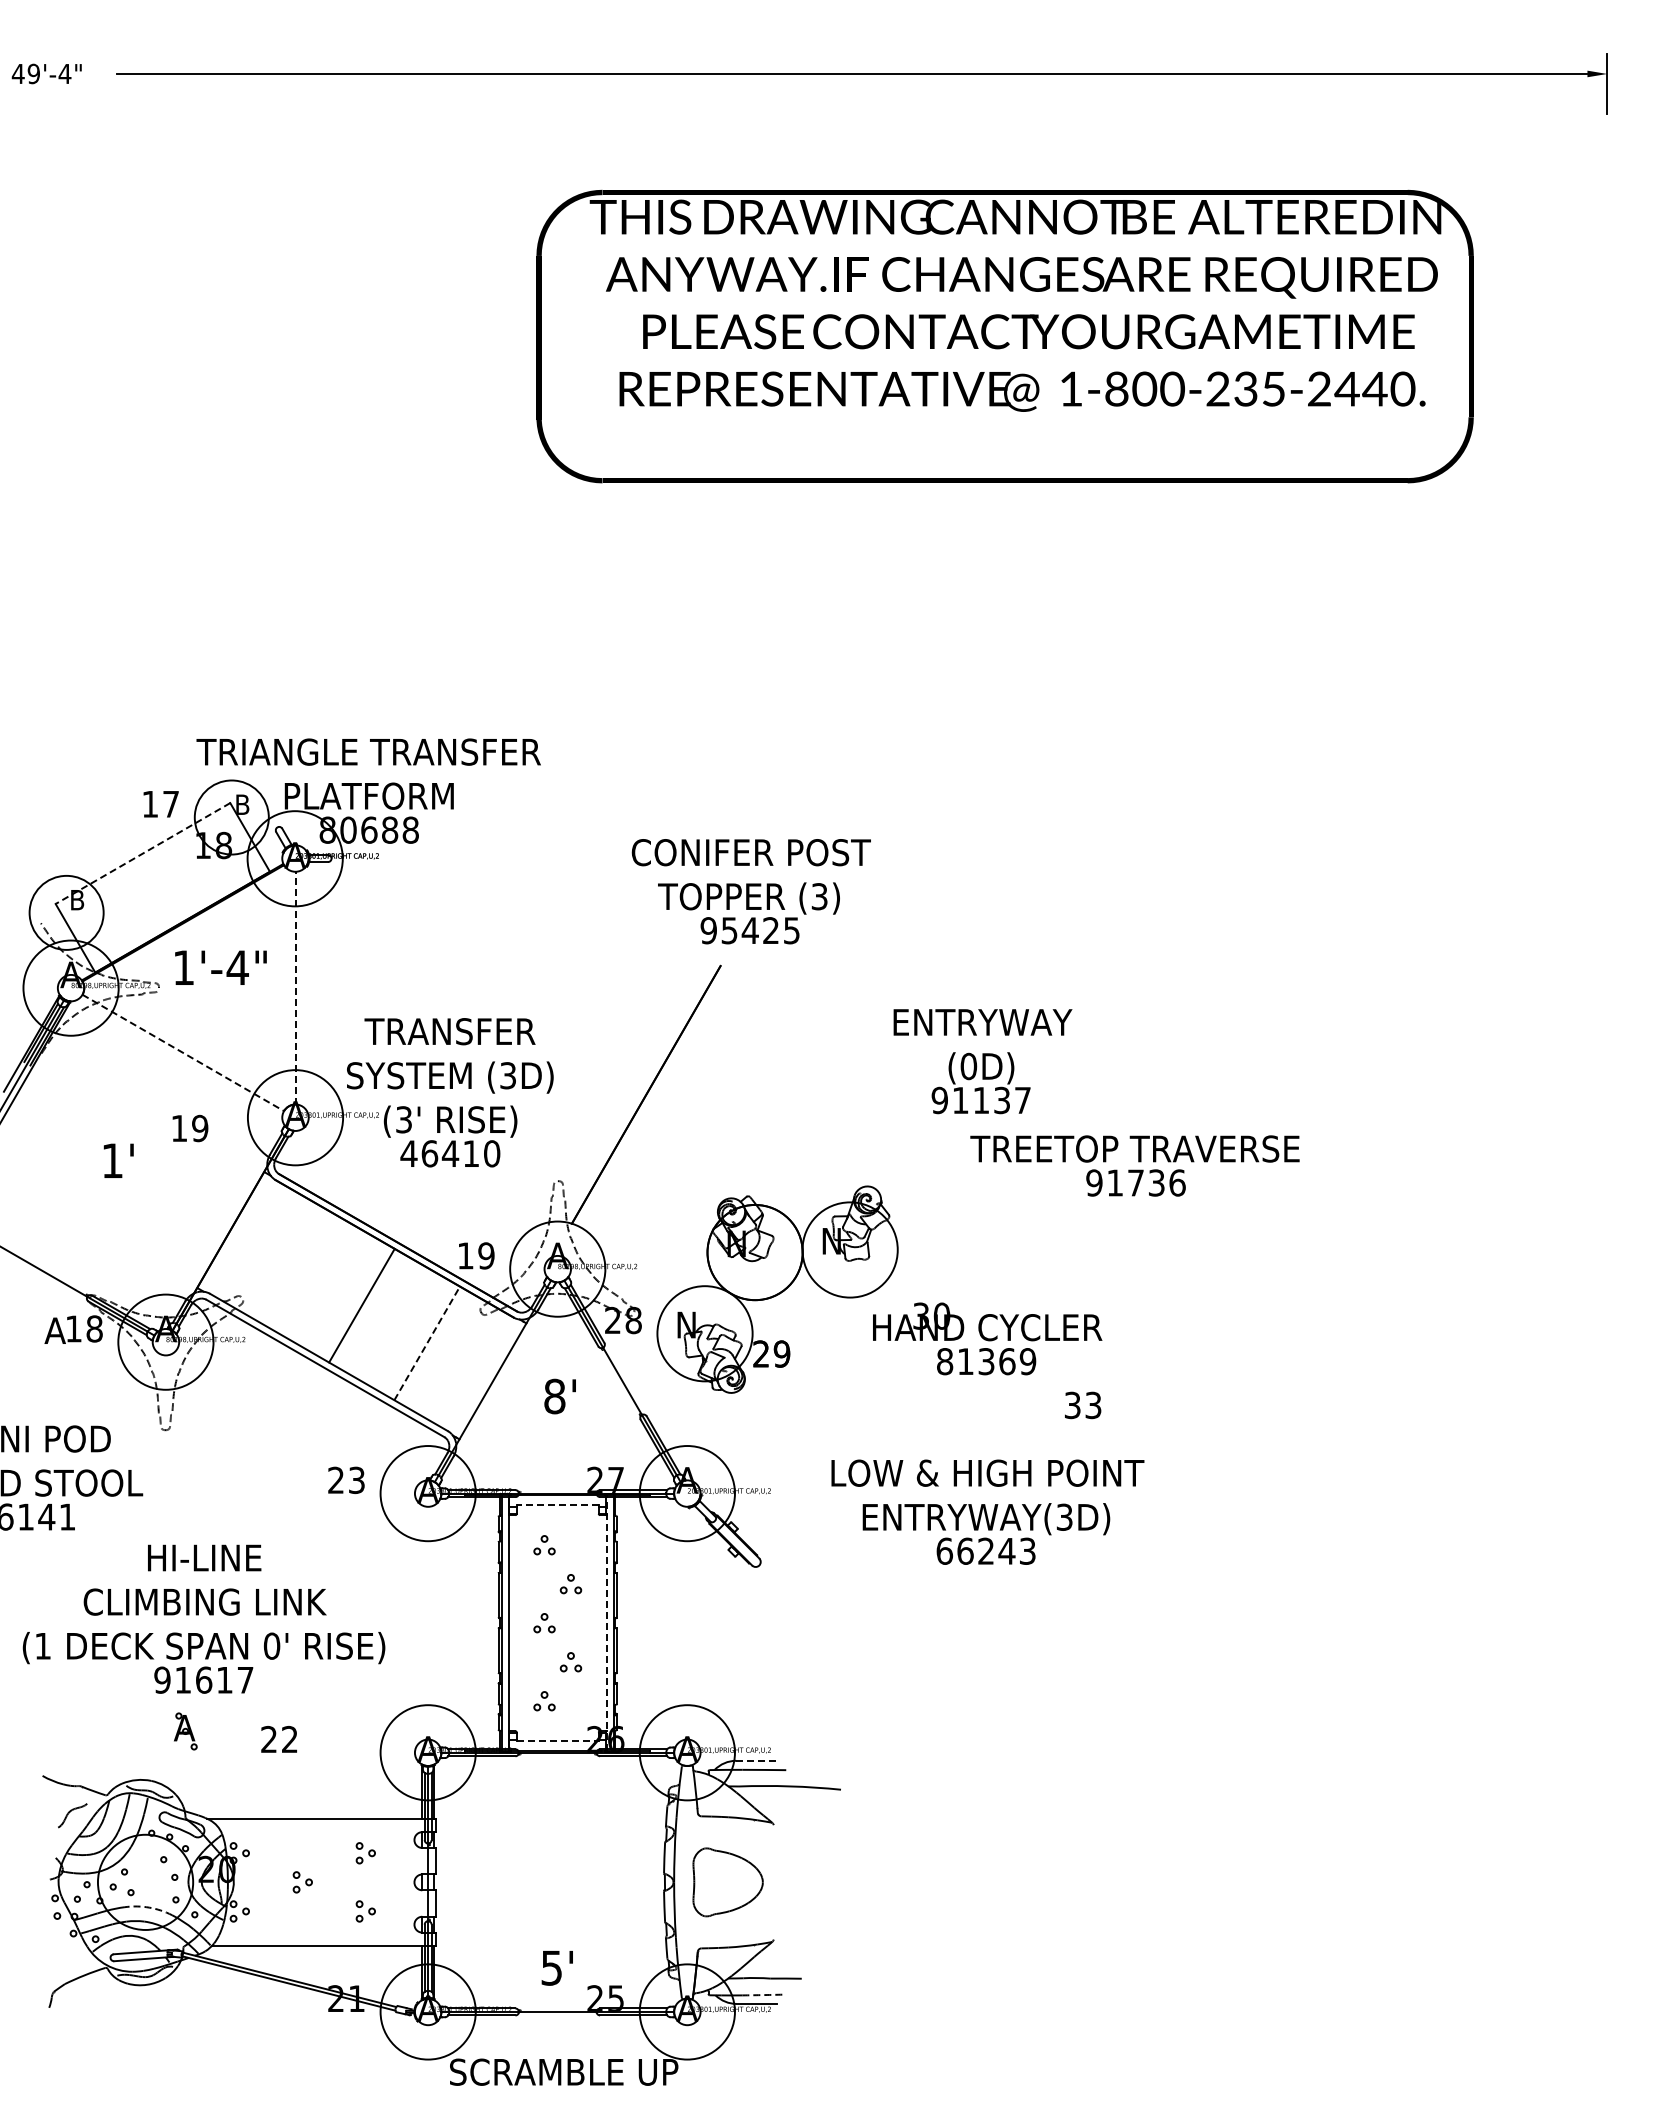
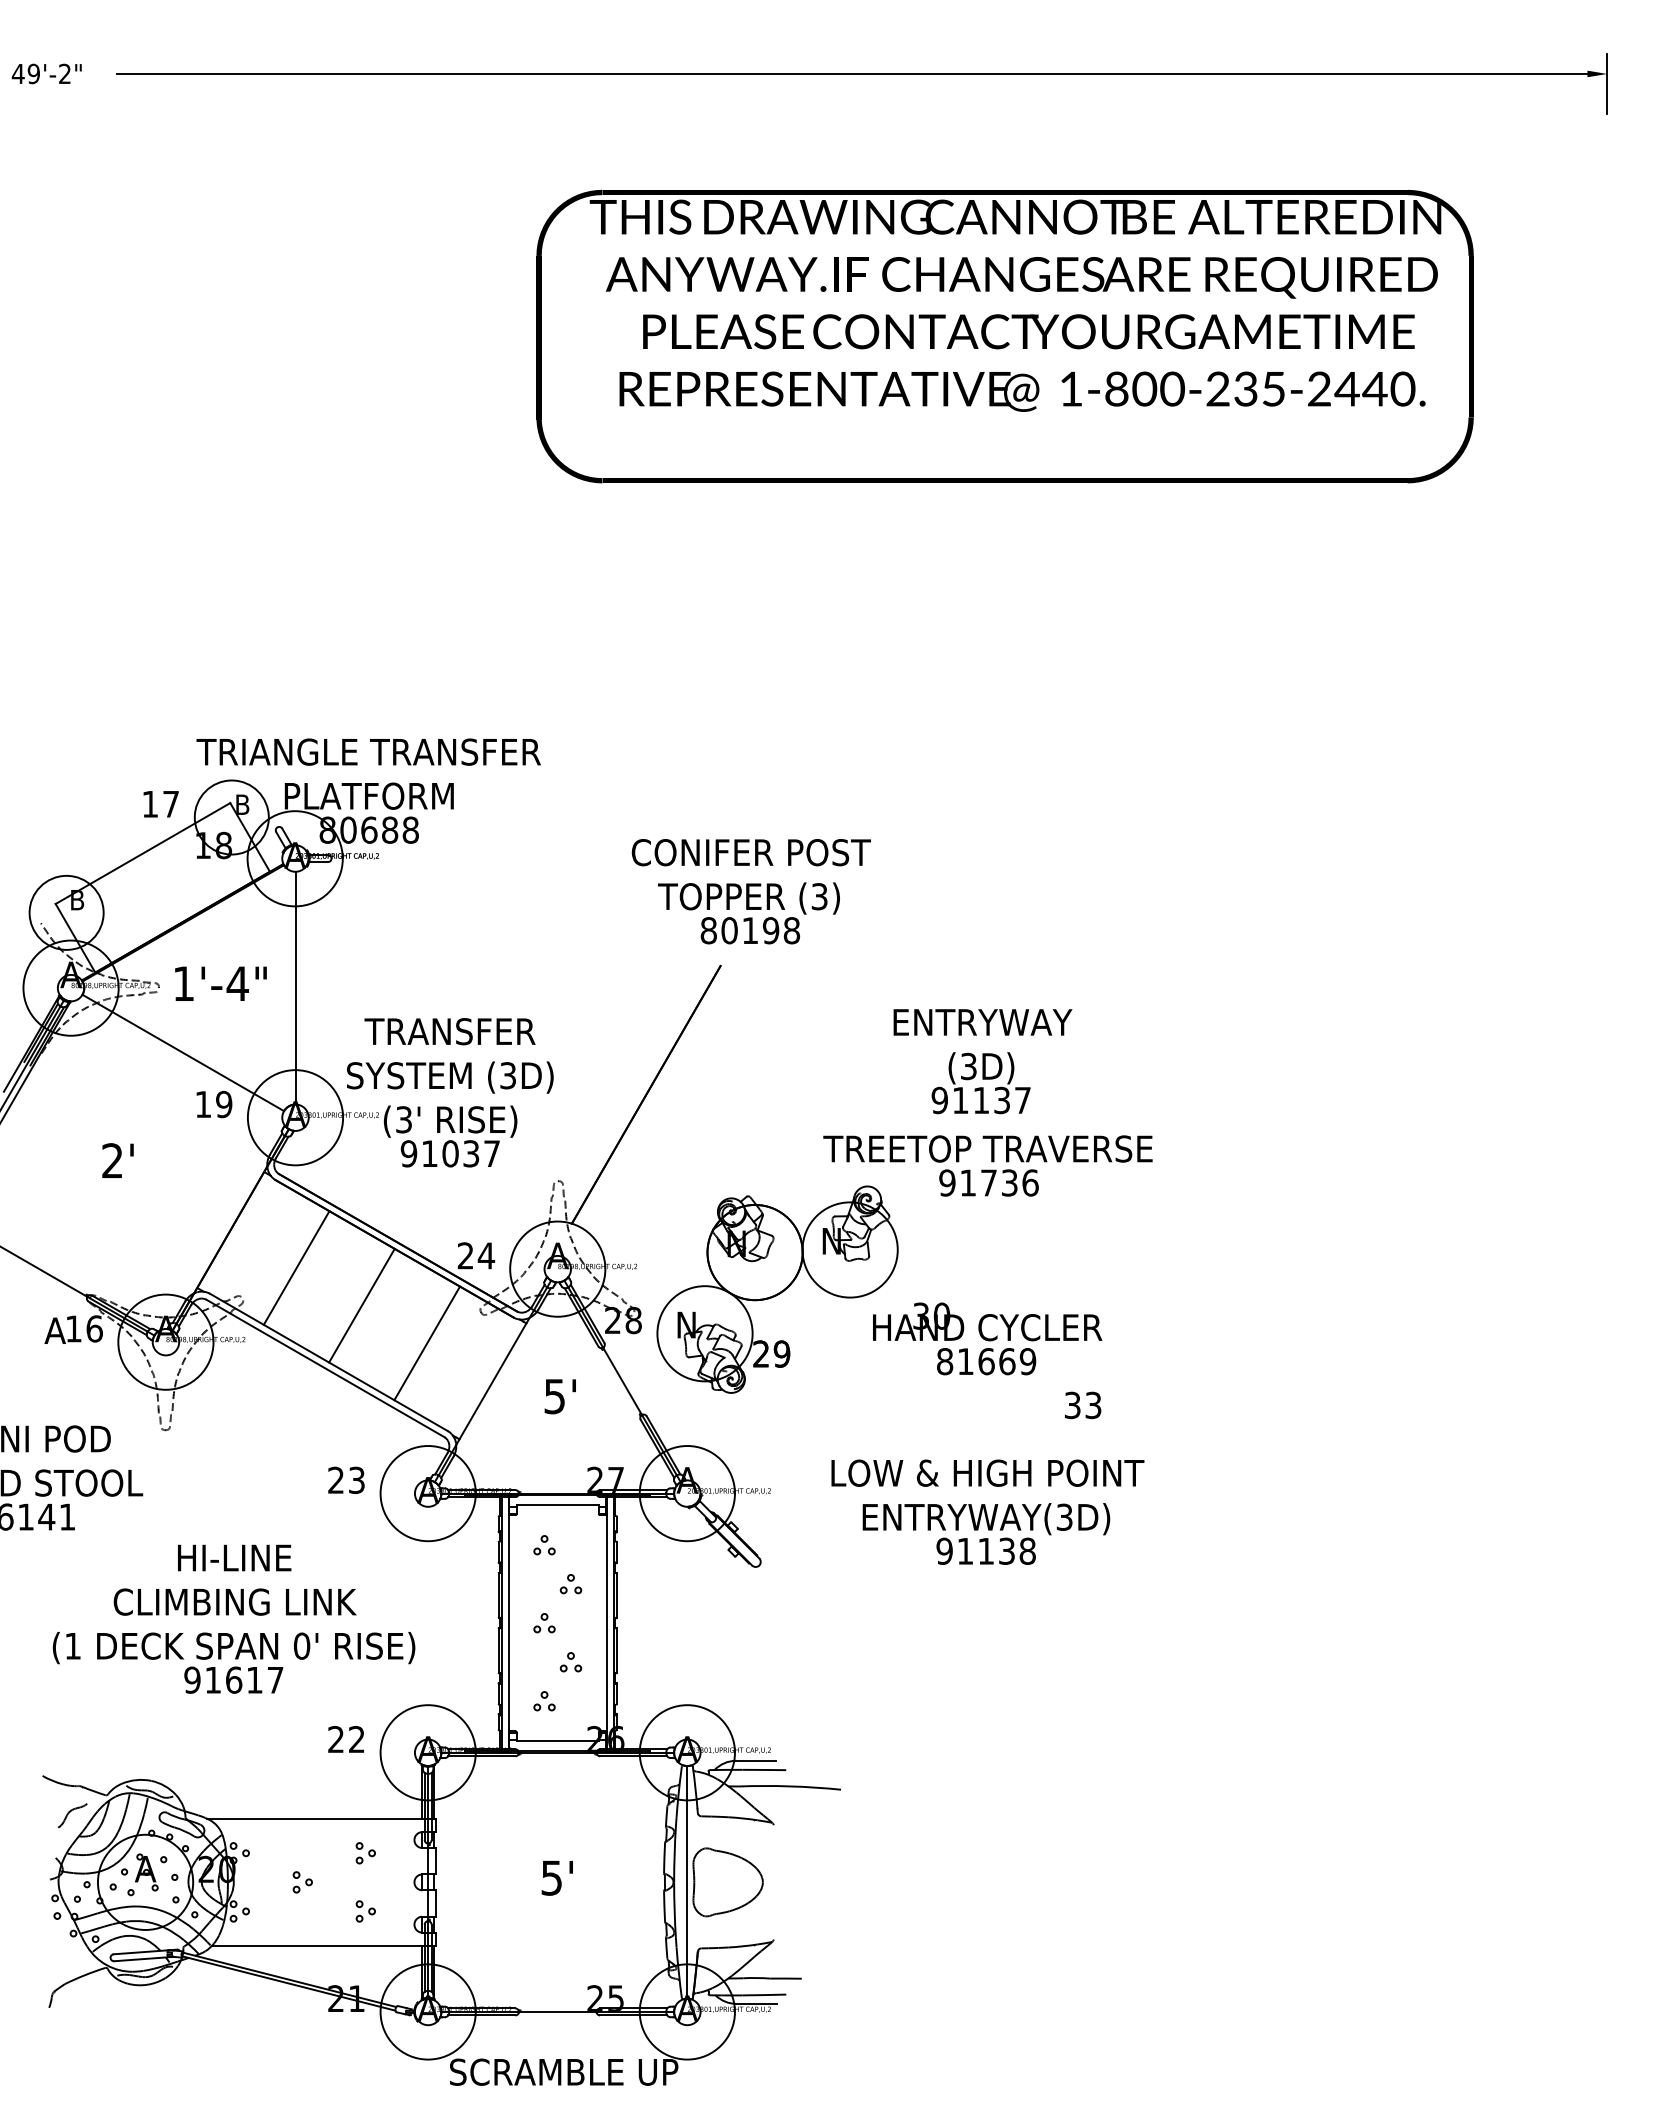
text at (64, 73): 49'-4" -> 49'-2"
line at (142, 853): dashed -> solid
text at (750, 930): 95425 -> 80198
text at (220, 967) position: (220, 967) -> (220, 983)
line at (295, 987): dashed -> solid
line at (183, 1053): dashed -> solid
text at (968, 1066): (0D) -> (3D)
text at (190, 1128) position: (190, 1128) -> (214, 1104)
text at (450, 1153): 46410 -> 91037
text at (112, 1160): 1' -> 2'
text at (1134, 1165) position: (1134, 1165) -> (987, 1165)
text at (476, 1255): 19 -> 24
line at (296, 1267): none -> present
text at (94, 1328): 18 -> 16
line at (427, 1343): dashed -> solid
text at (986, 1361): 81369 -> 81669
text at (554, 1396): 8' -> 5'
line at (557, 1504): dashed -> solid
text at (985, 1550): 66243 -> 91138
text at (203, 1618) position: (203, 1618) -> (233, 1618)
line at (606, 1622): dashed -> solid
part at (185, 1731) position: (185, 1731) -> (146, 1872)
text at (278, 1739) position: (278, 1739) -> (345, 1739)
line at (557, 1741): dashed -> solid
line at (755, 1760): dashed -> solid
line at (687, 1882): none -> present
arc at (149, 1907): dashed -> solid
text at (556, 1968) position: (556, 1968) -> (556, 1878)
arc at (764, 1995): dashed -> solid
